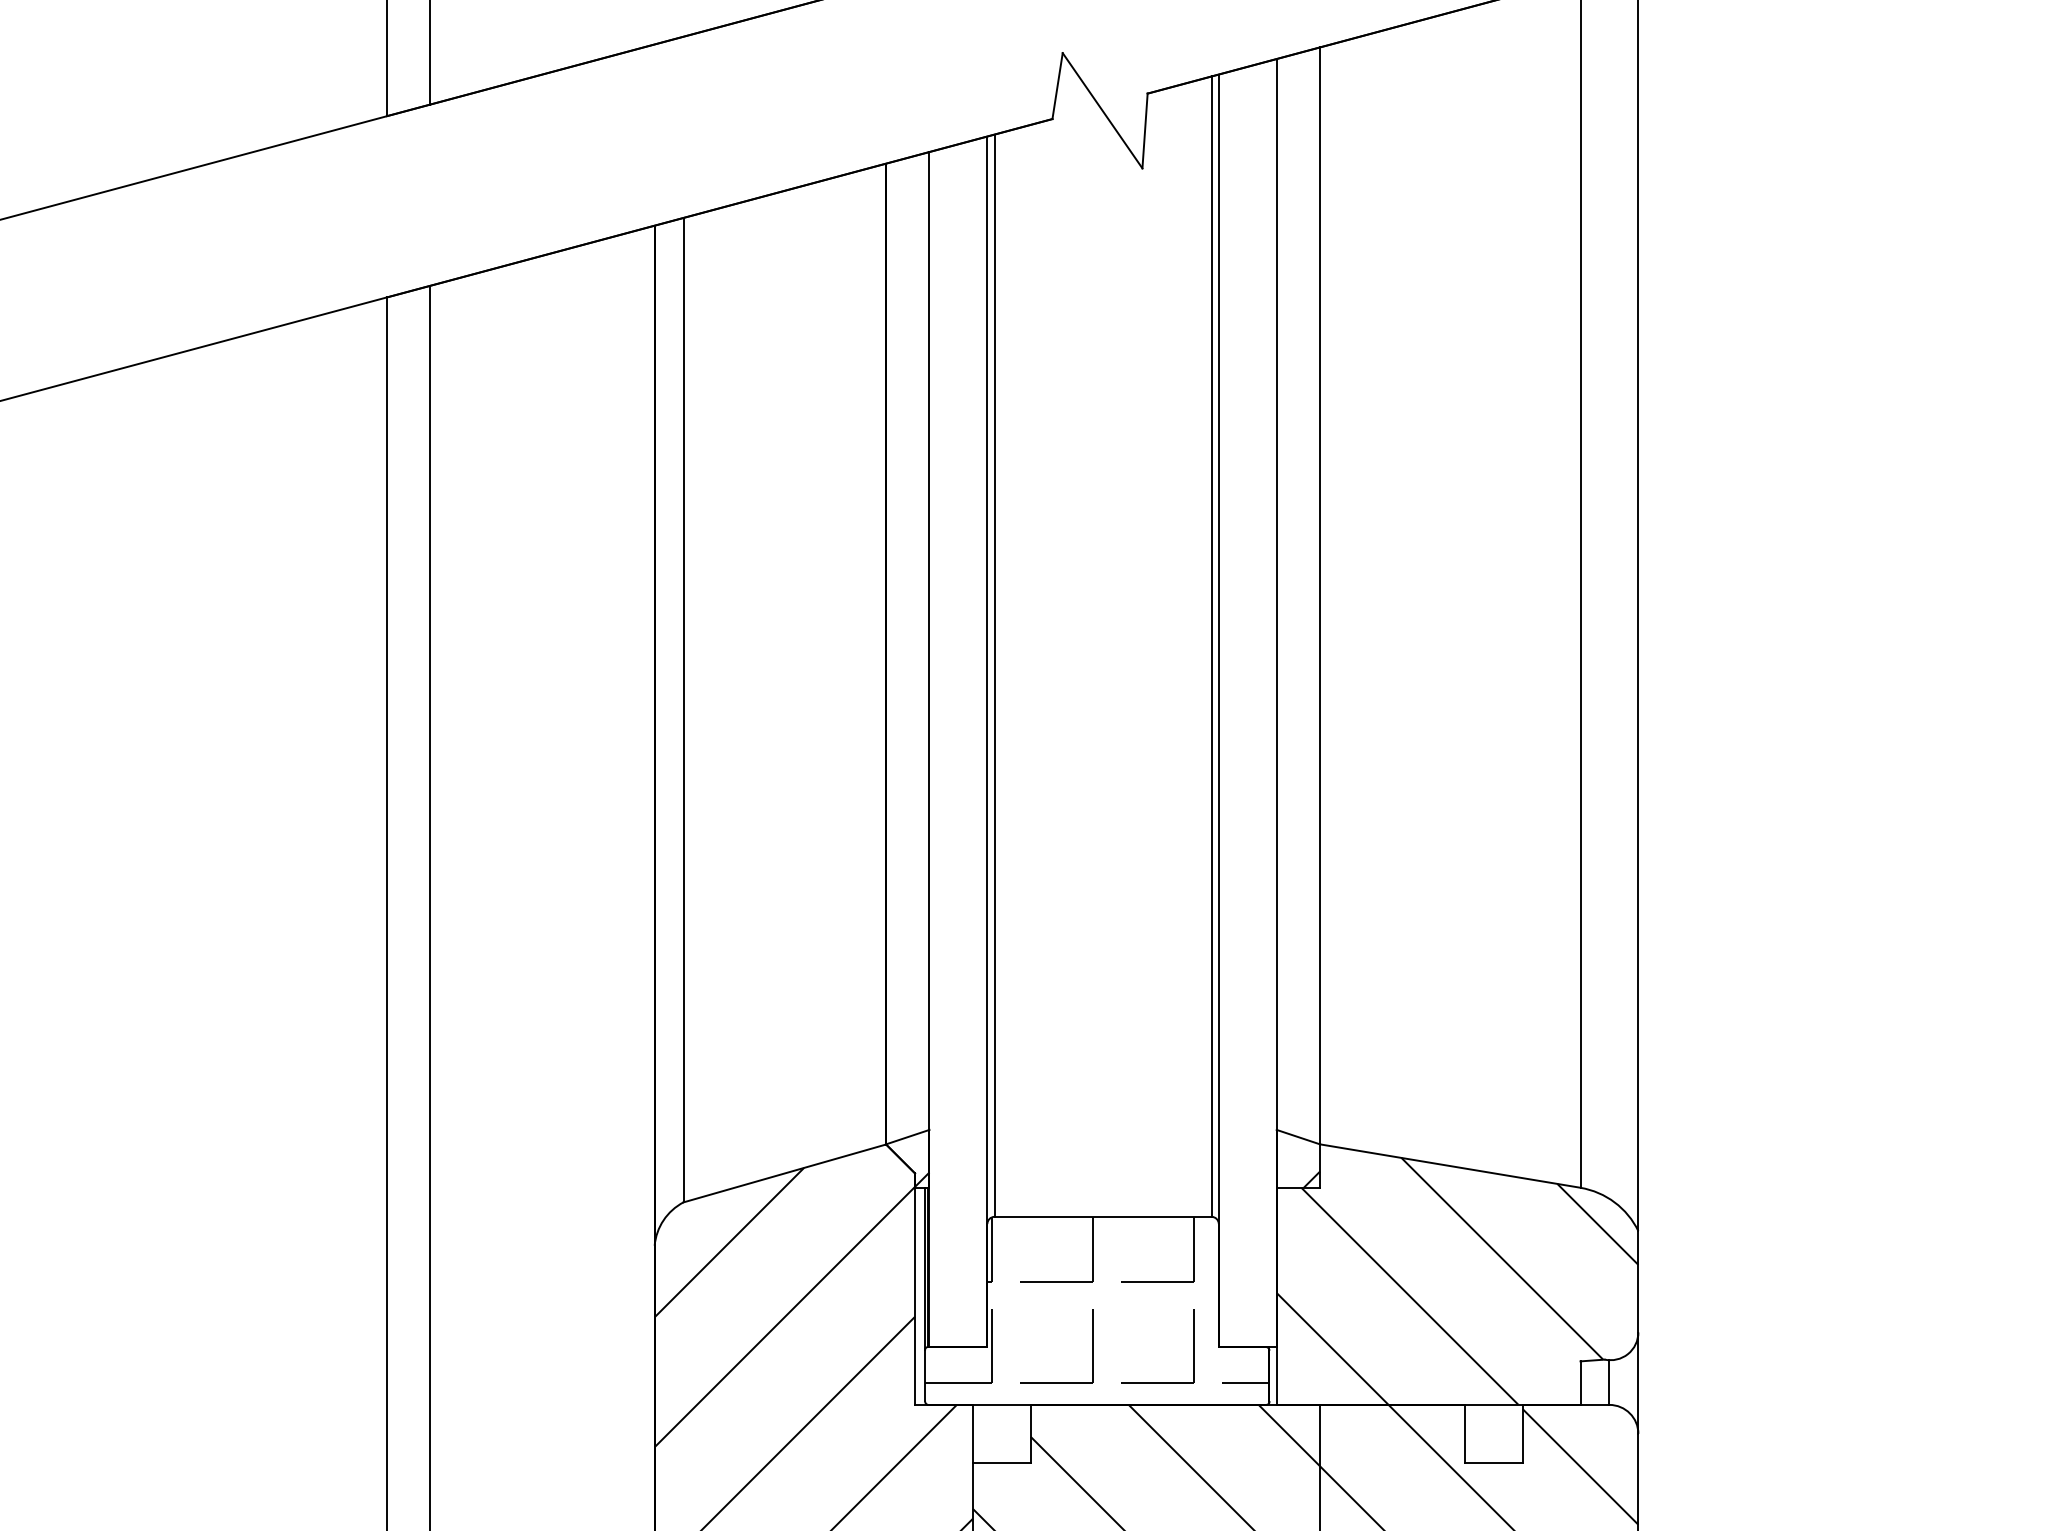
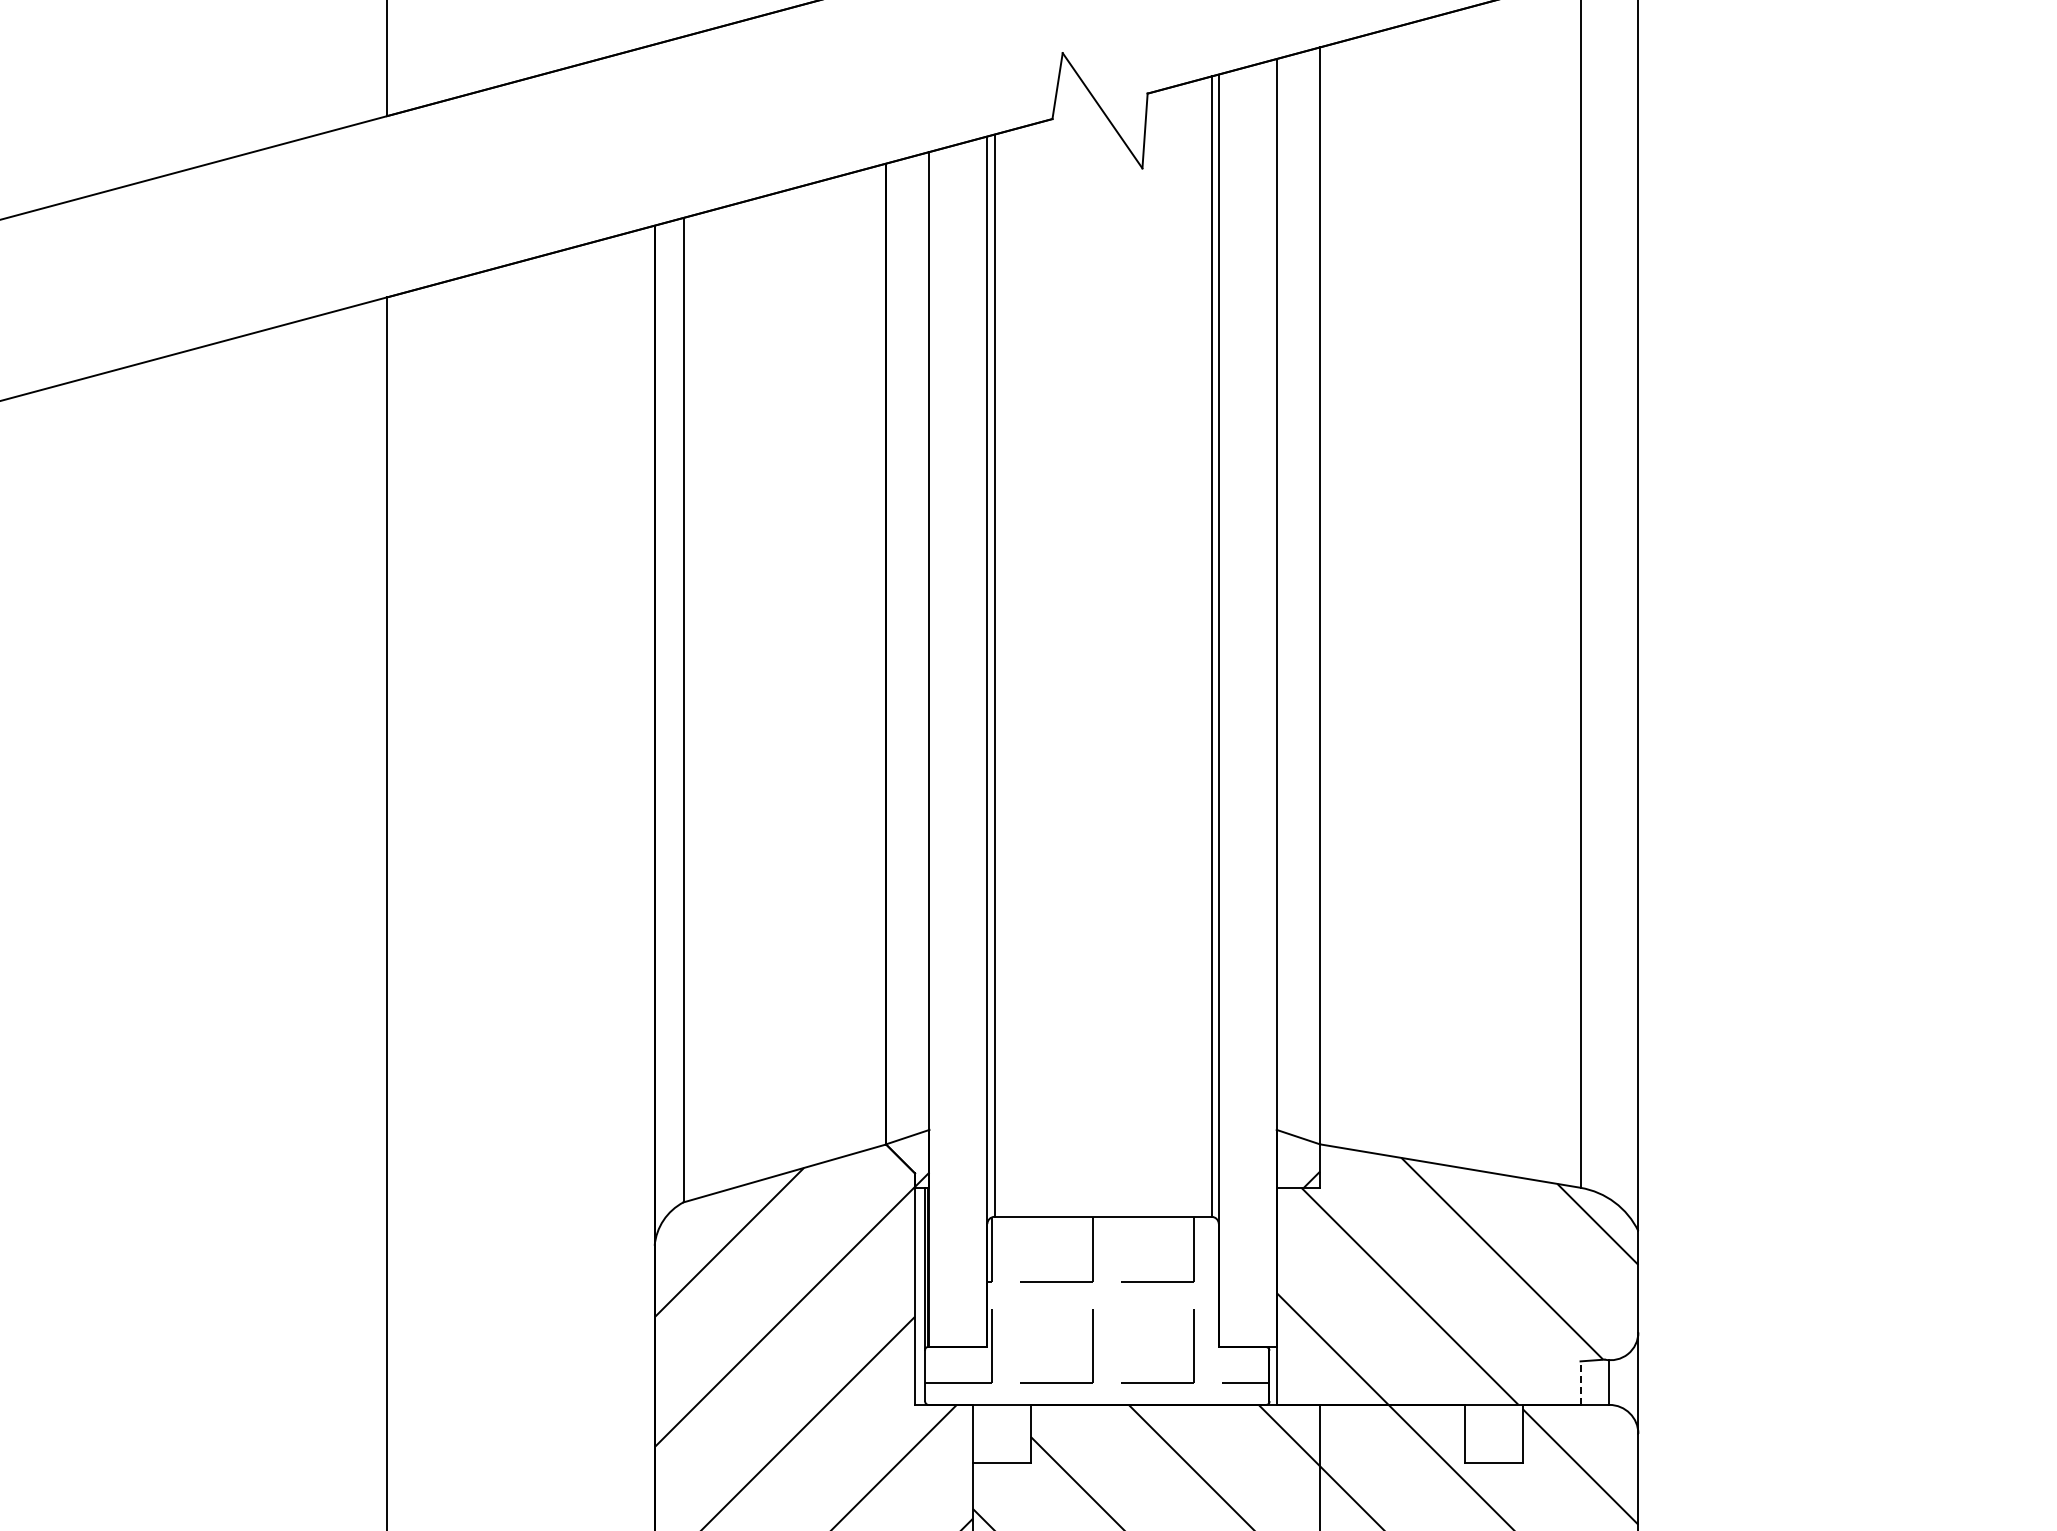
line at (430, 53): present -> none
line at (430, 906): present -> none
line at (1580, 1383): solid -> dashed
